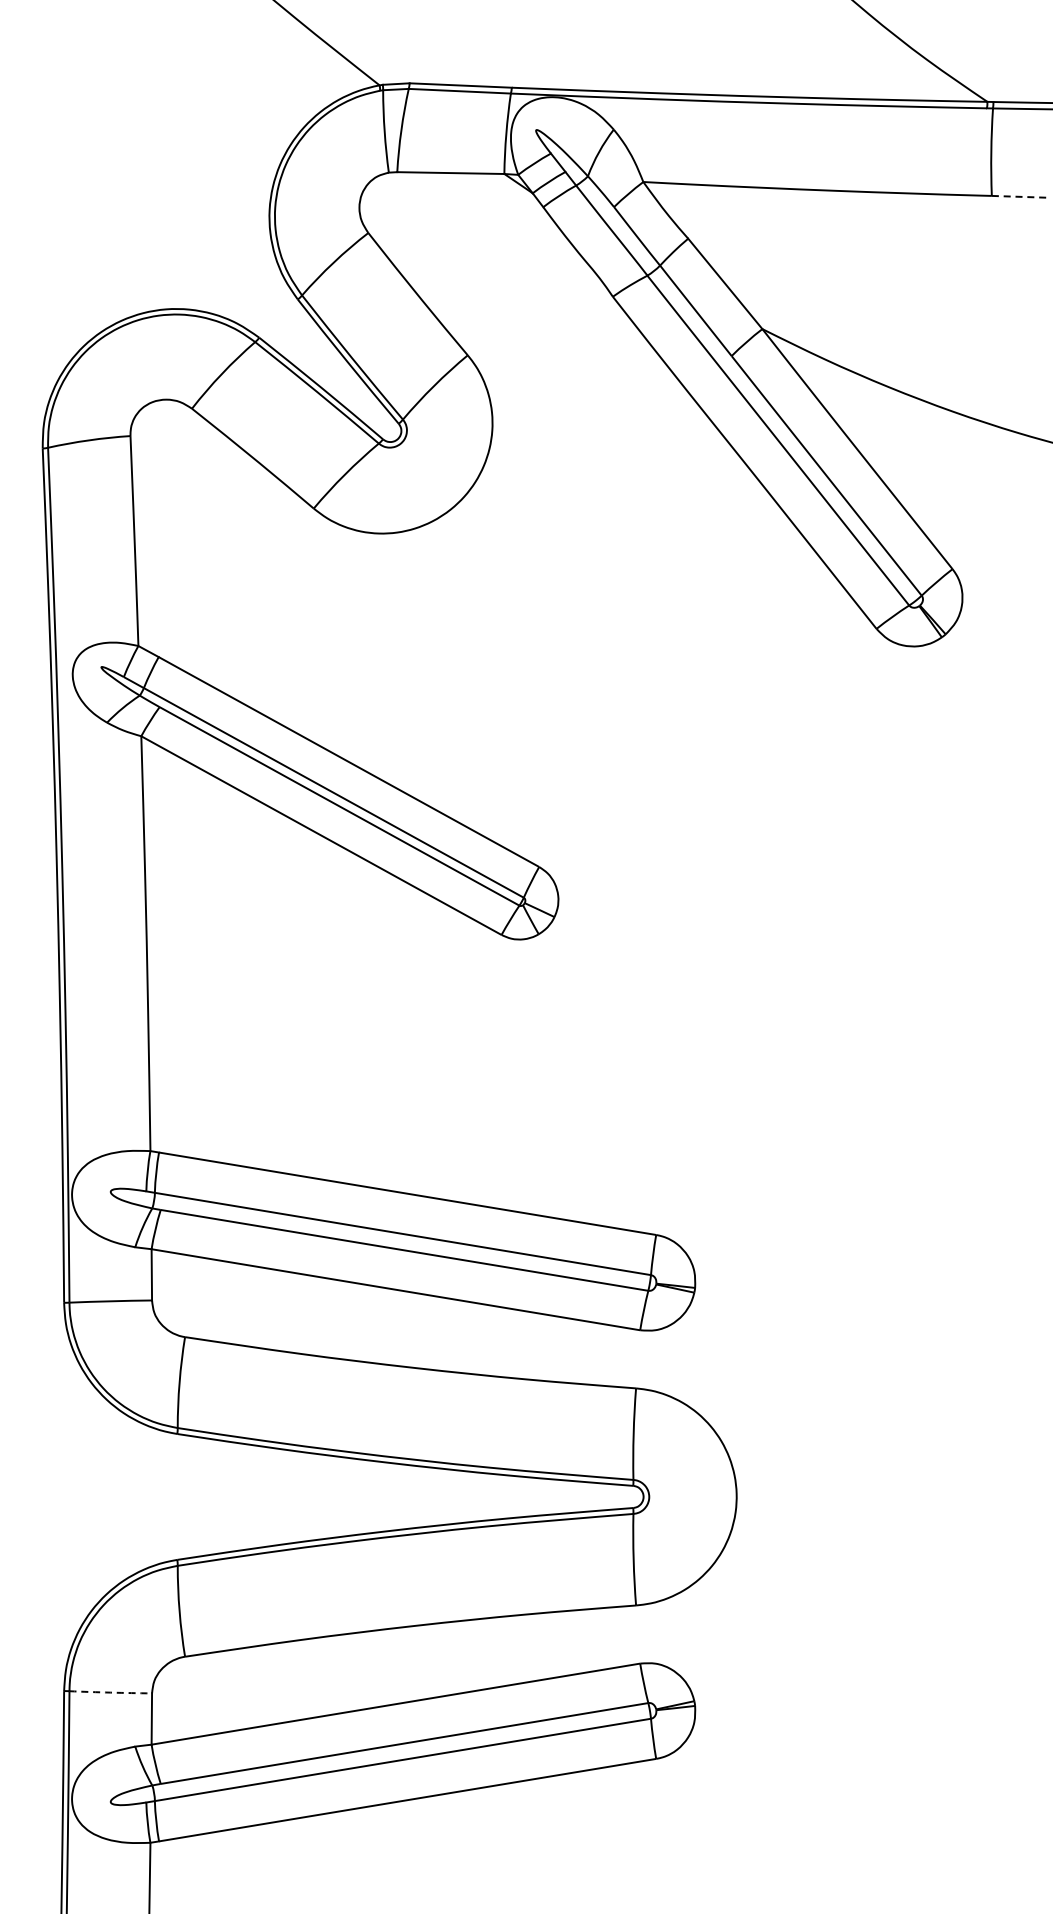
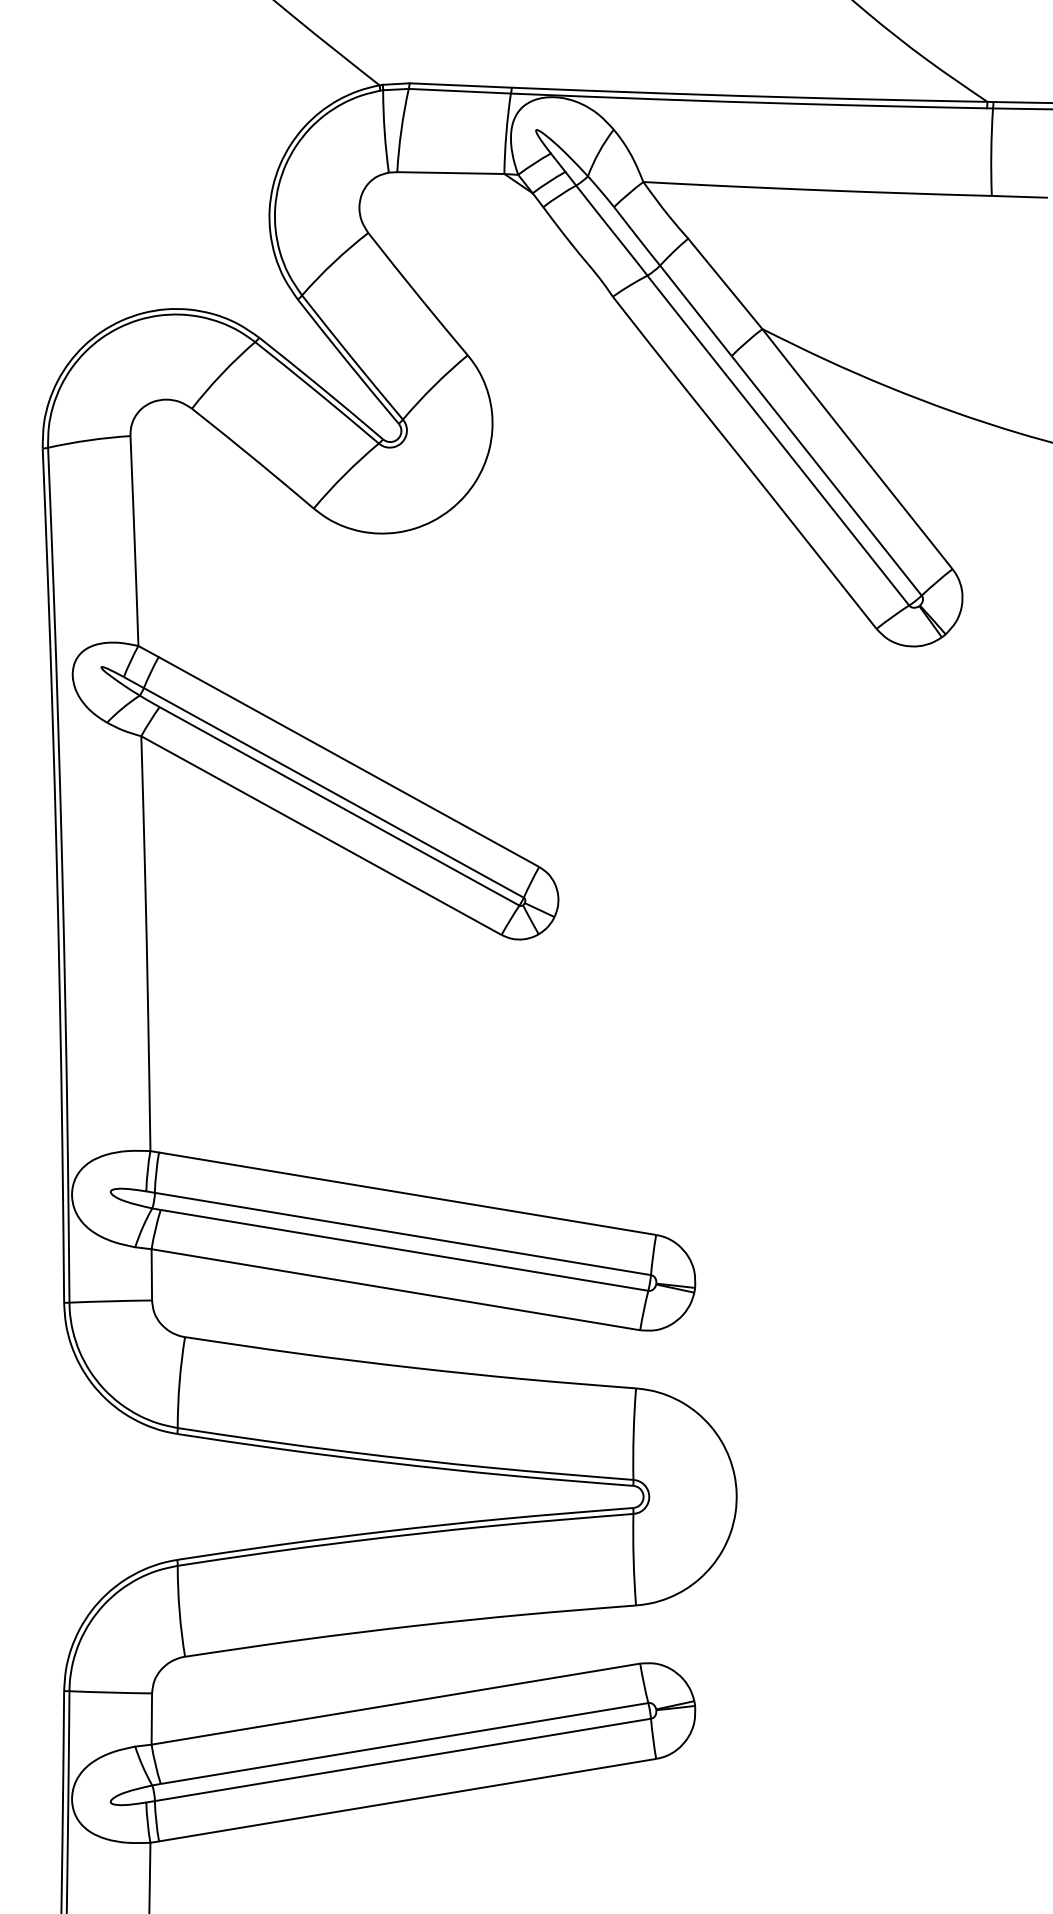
line at (1019, 196): dashed -> solid
arc at (110, 1692): dashed -> solid
